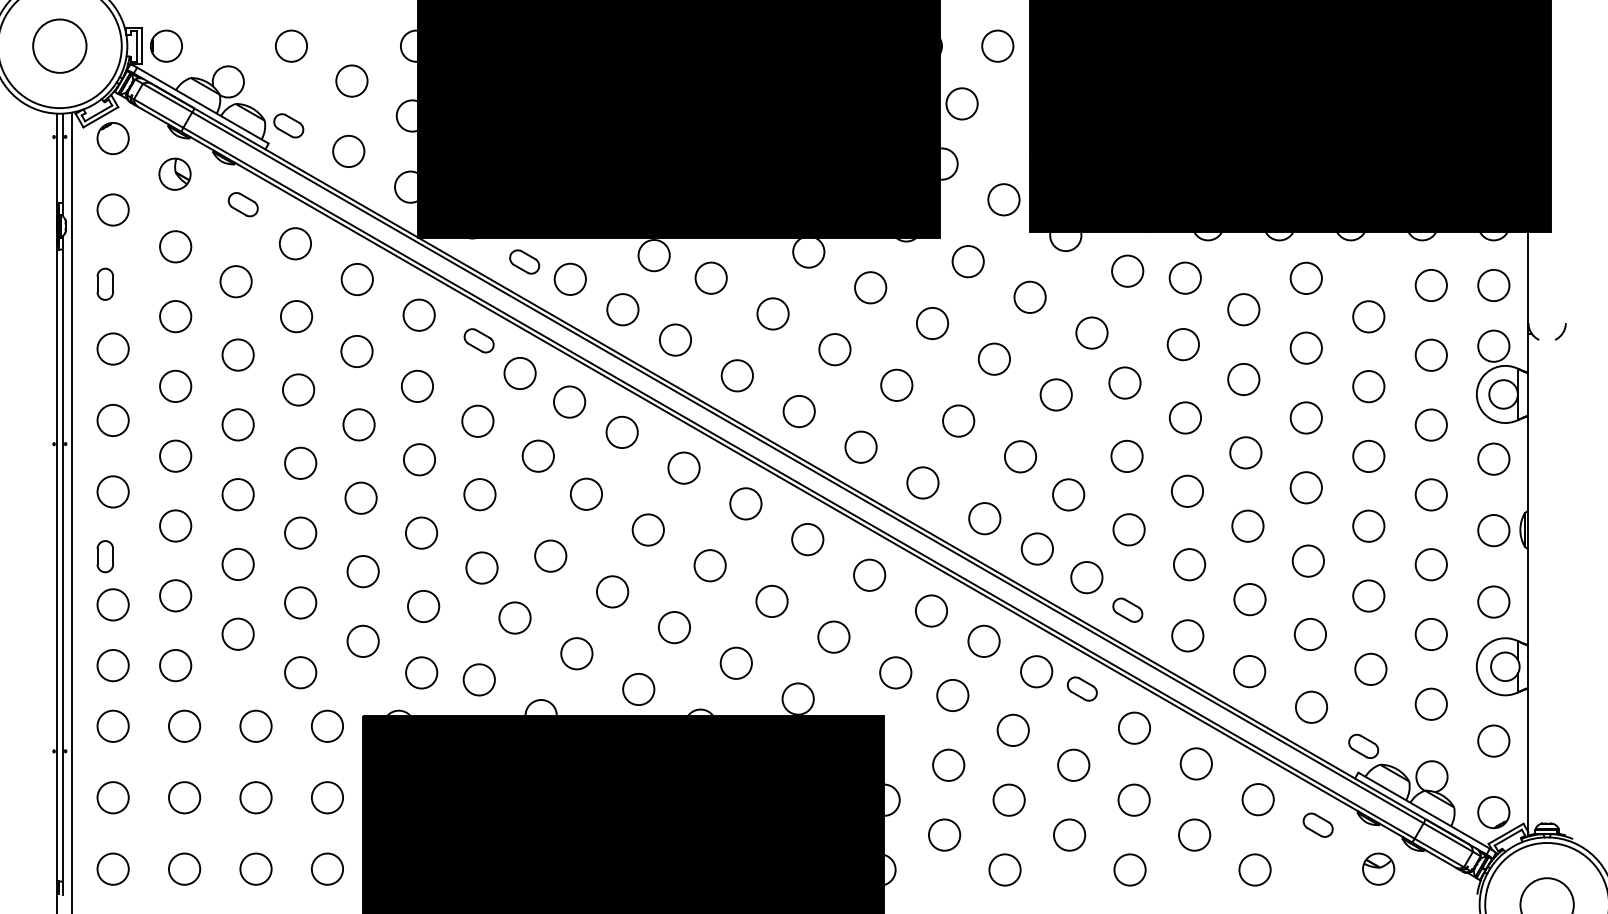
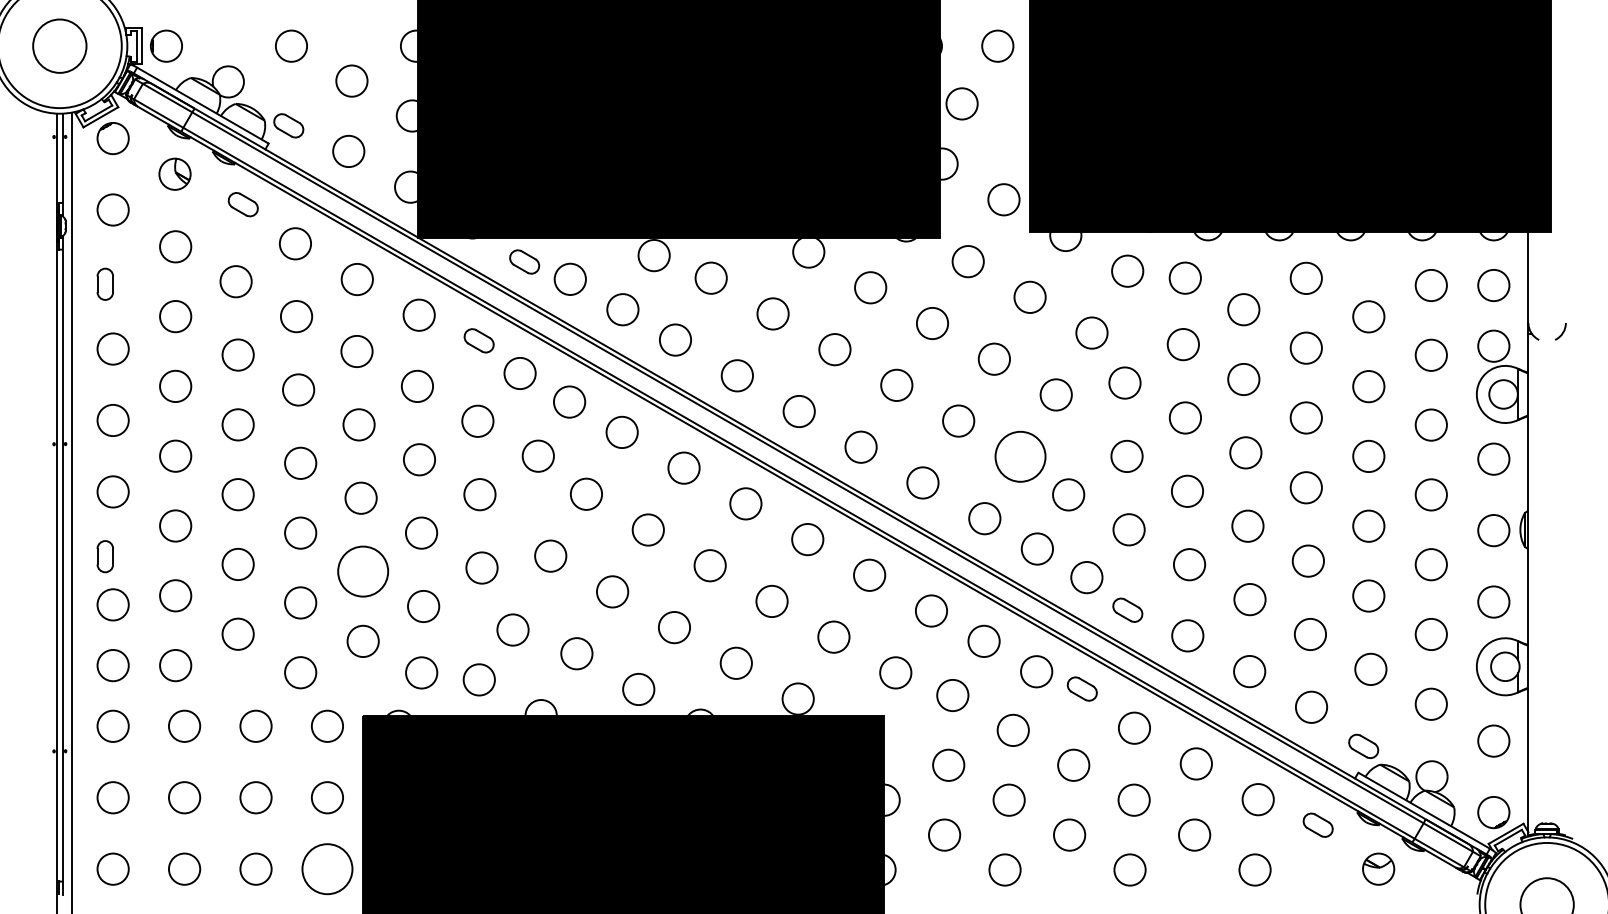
circle at (1020, 456) diameter: 31 px -> 50 px
circle at (362, 571) diameter: 31 px -> 50 px
circle at (514, 617) position: (514, 617) -> (512, 629)
circle at (327, 868) diameter: 31 px -> 50 px
